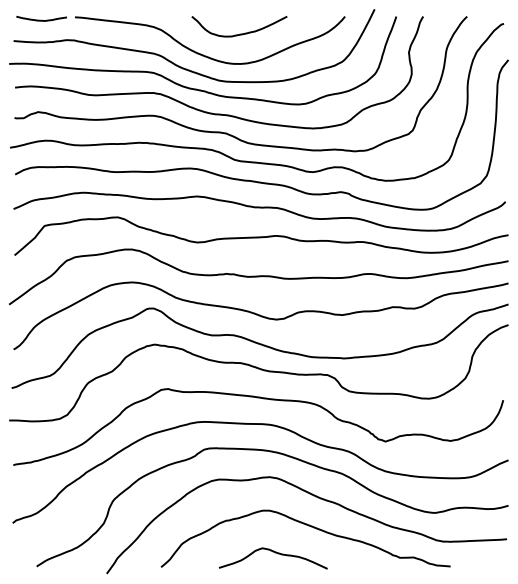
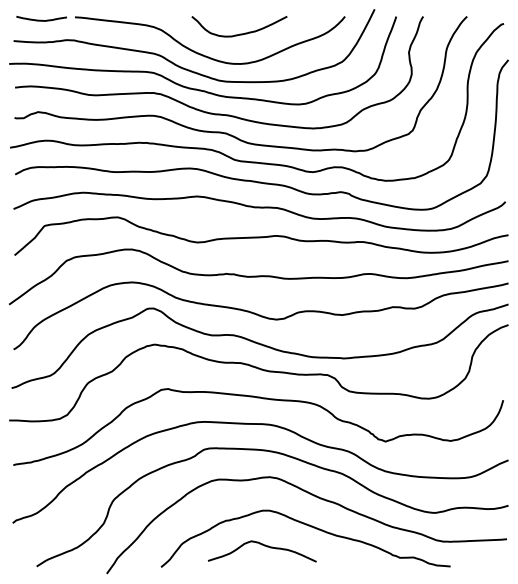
curve at (275, 553) position: (275, 553) -> (264, 546)
